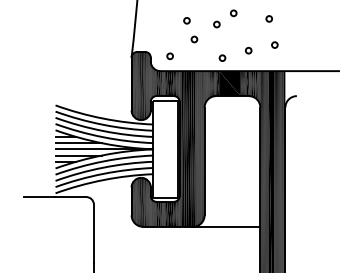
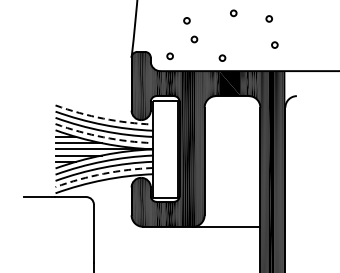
circle at (216, 24): present -> none
circle at (248, 50): present -> none
arc at (103, 118): solid -> dashed
arc at (103, 137): solid -> dashed
arc at (103, 173): solid -> dashed
